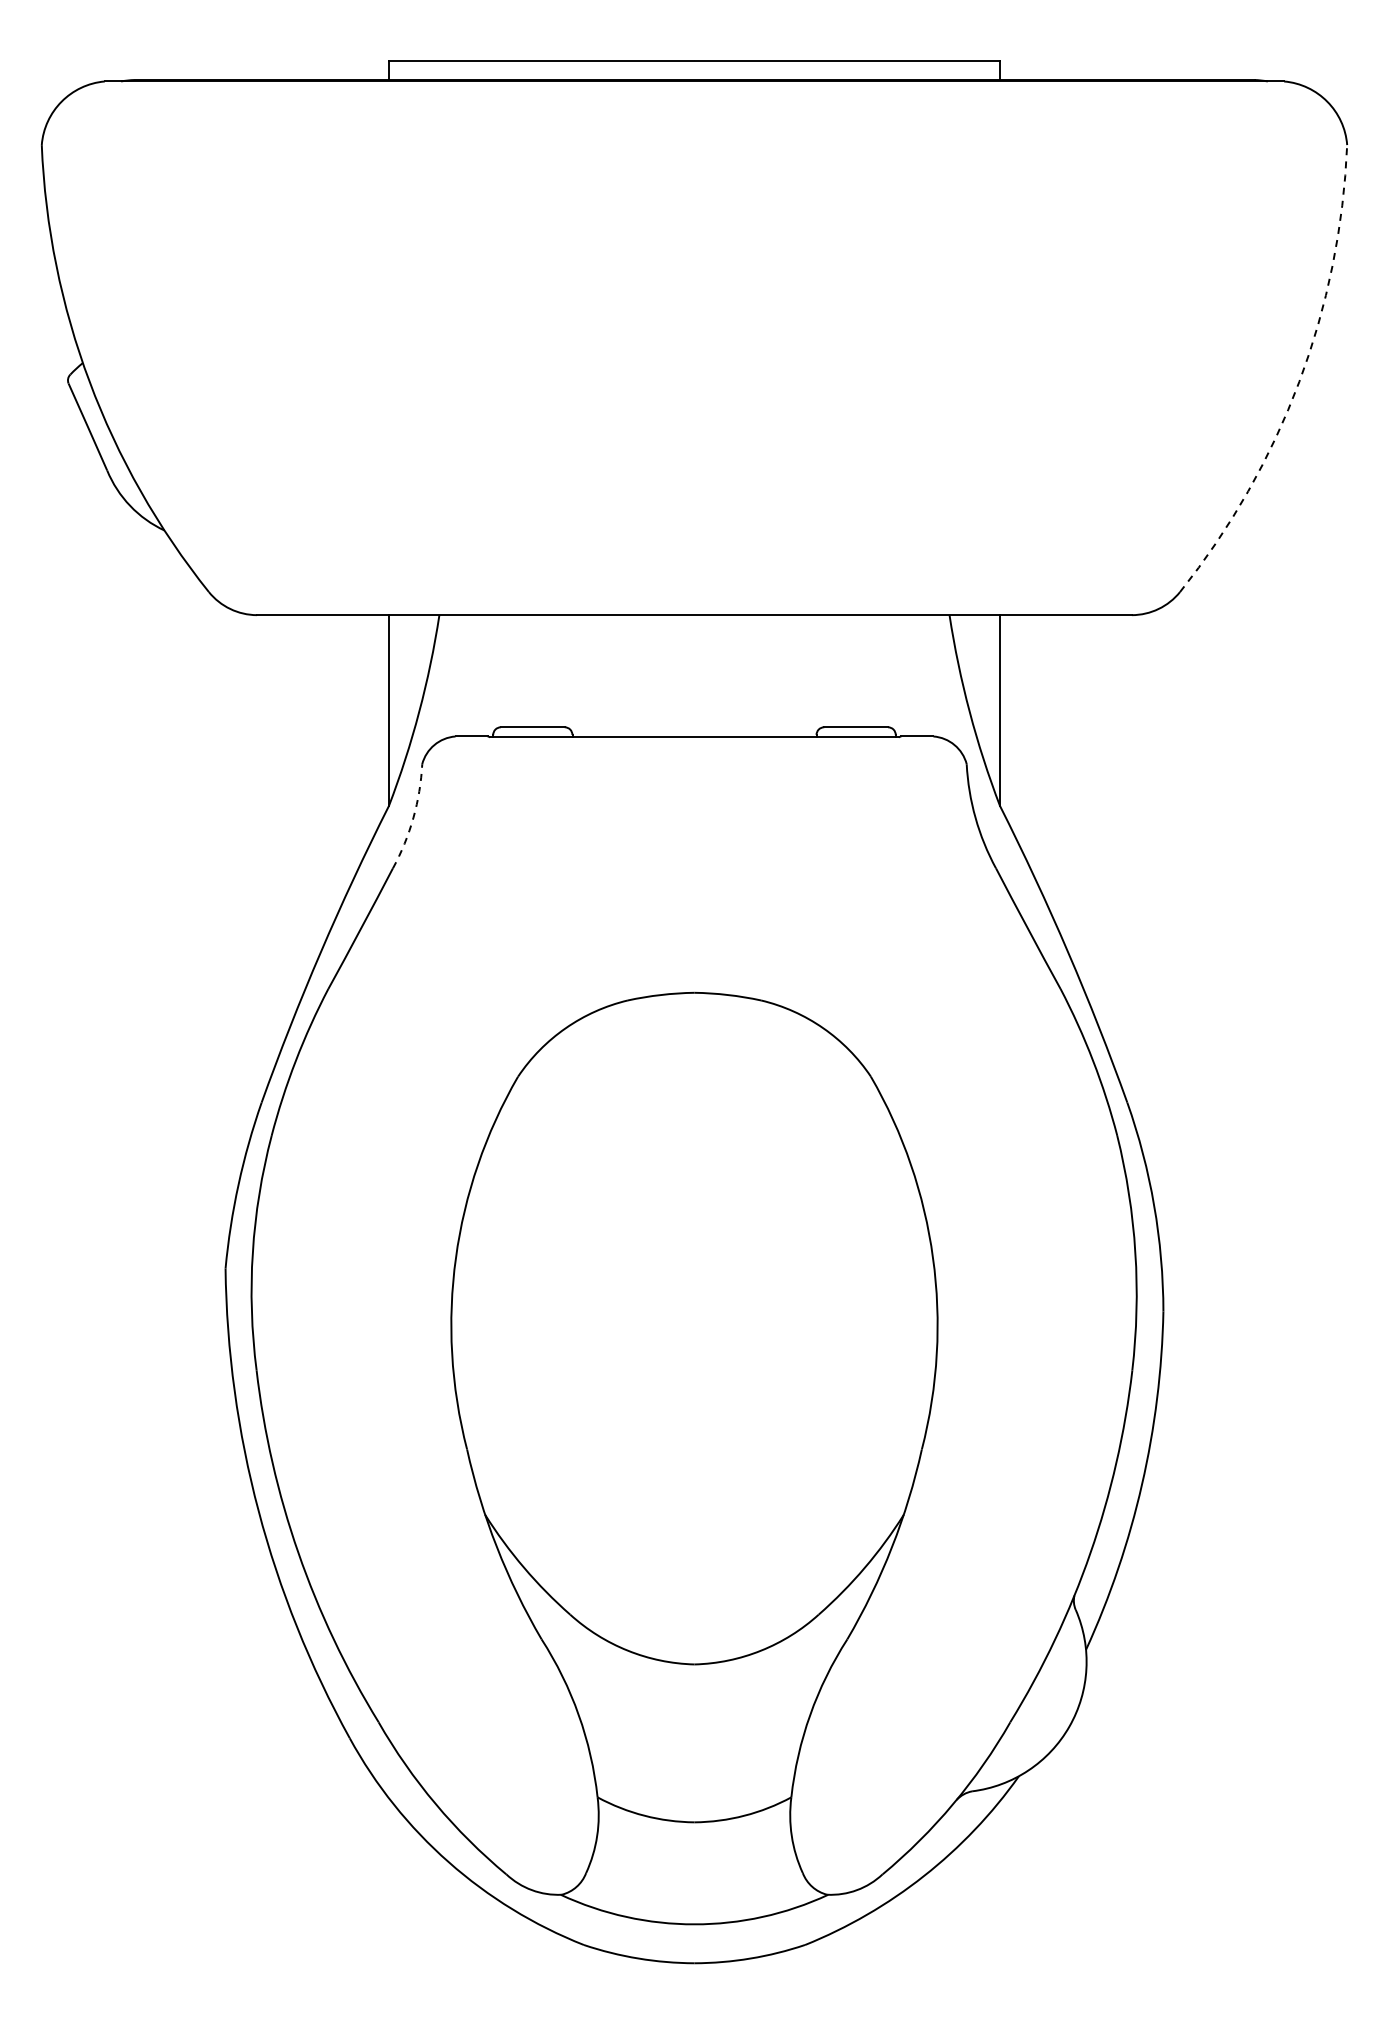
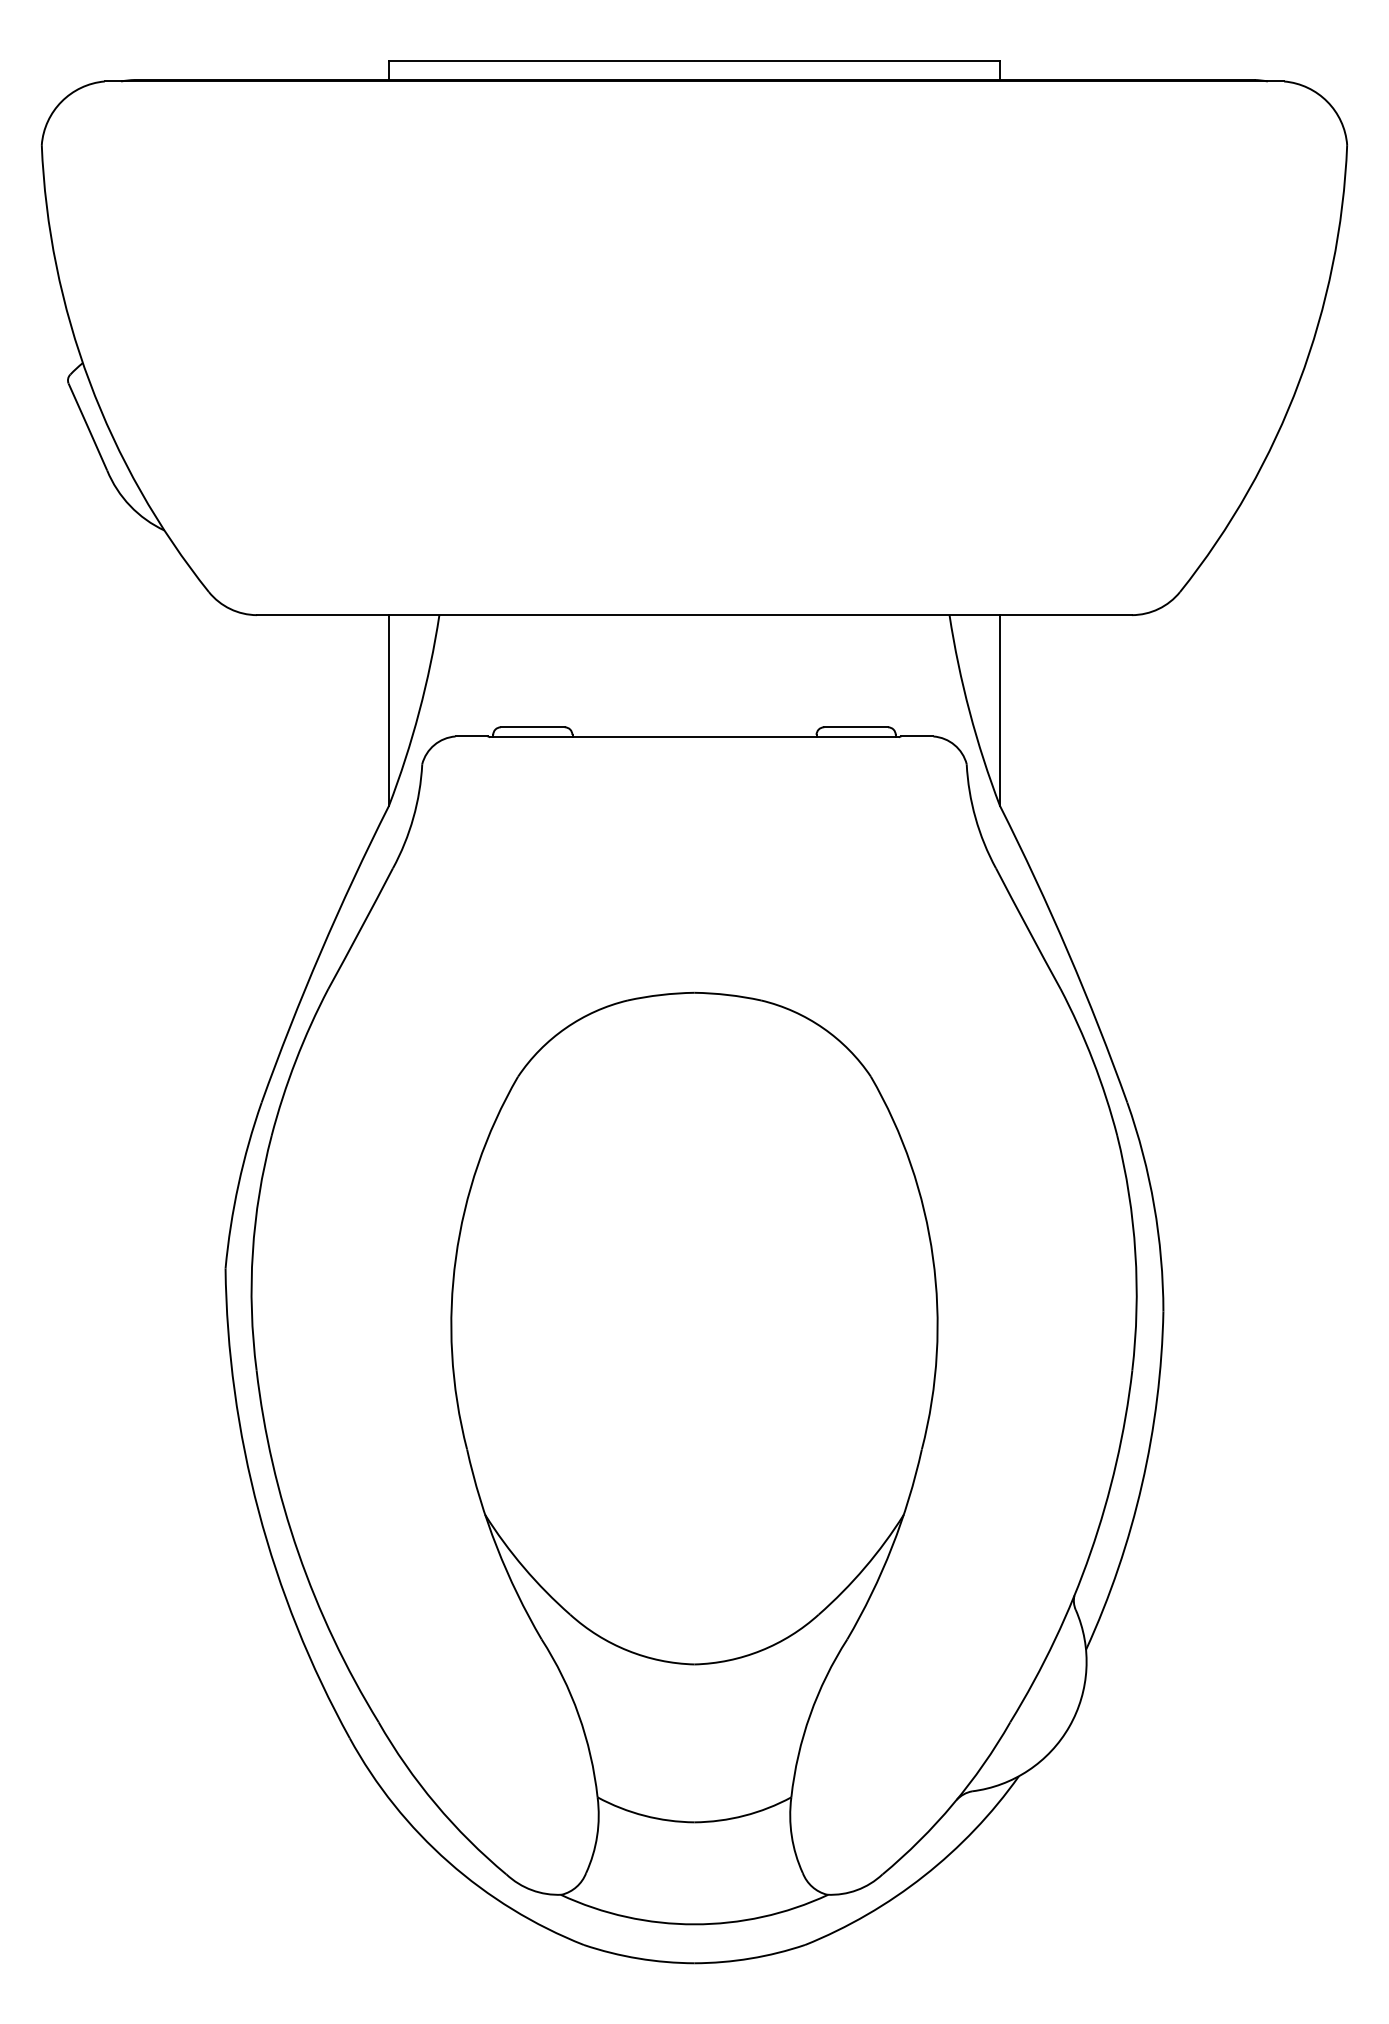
arc at (1299, 381): dashed -> solid
arc at (413, 817): dashed -> solid
